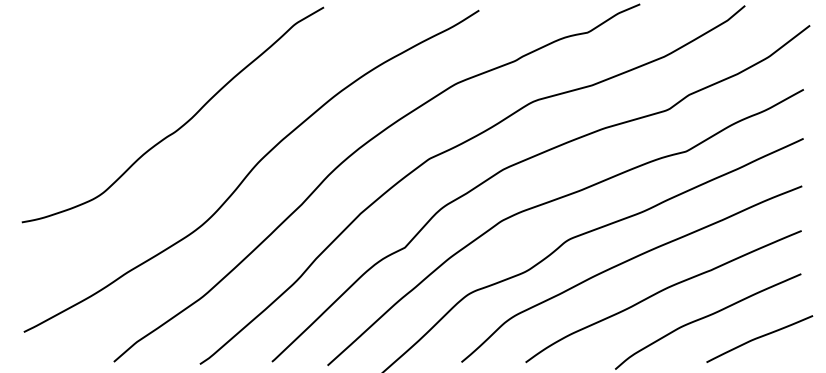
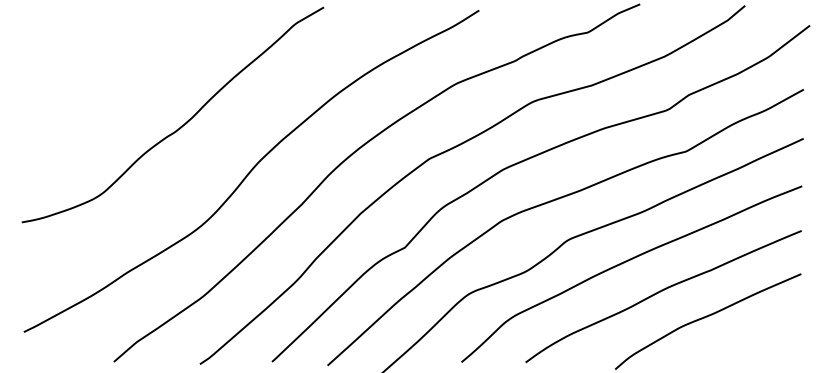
curve at (759, 338): present -> none
